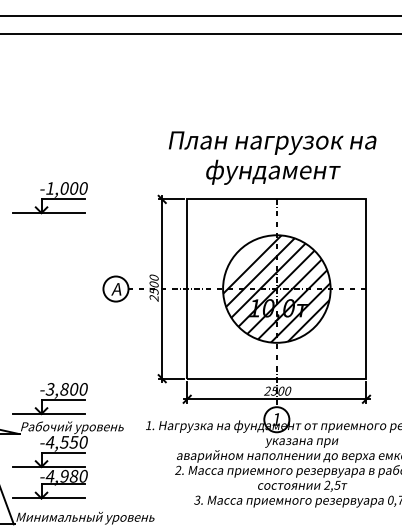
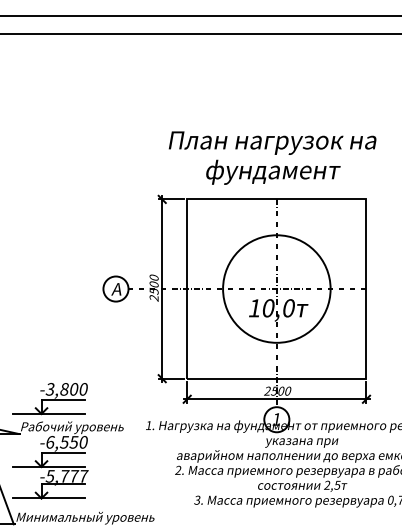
part at (49, 198): present -> none
hatch at (276, 288): present -> none
text at (49, 441): -4,550 -> -6,550
text at (66, 475): -4,980 -> -5,777
